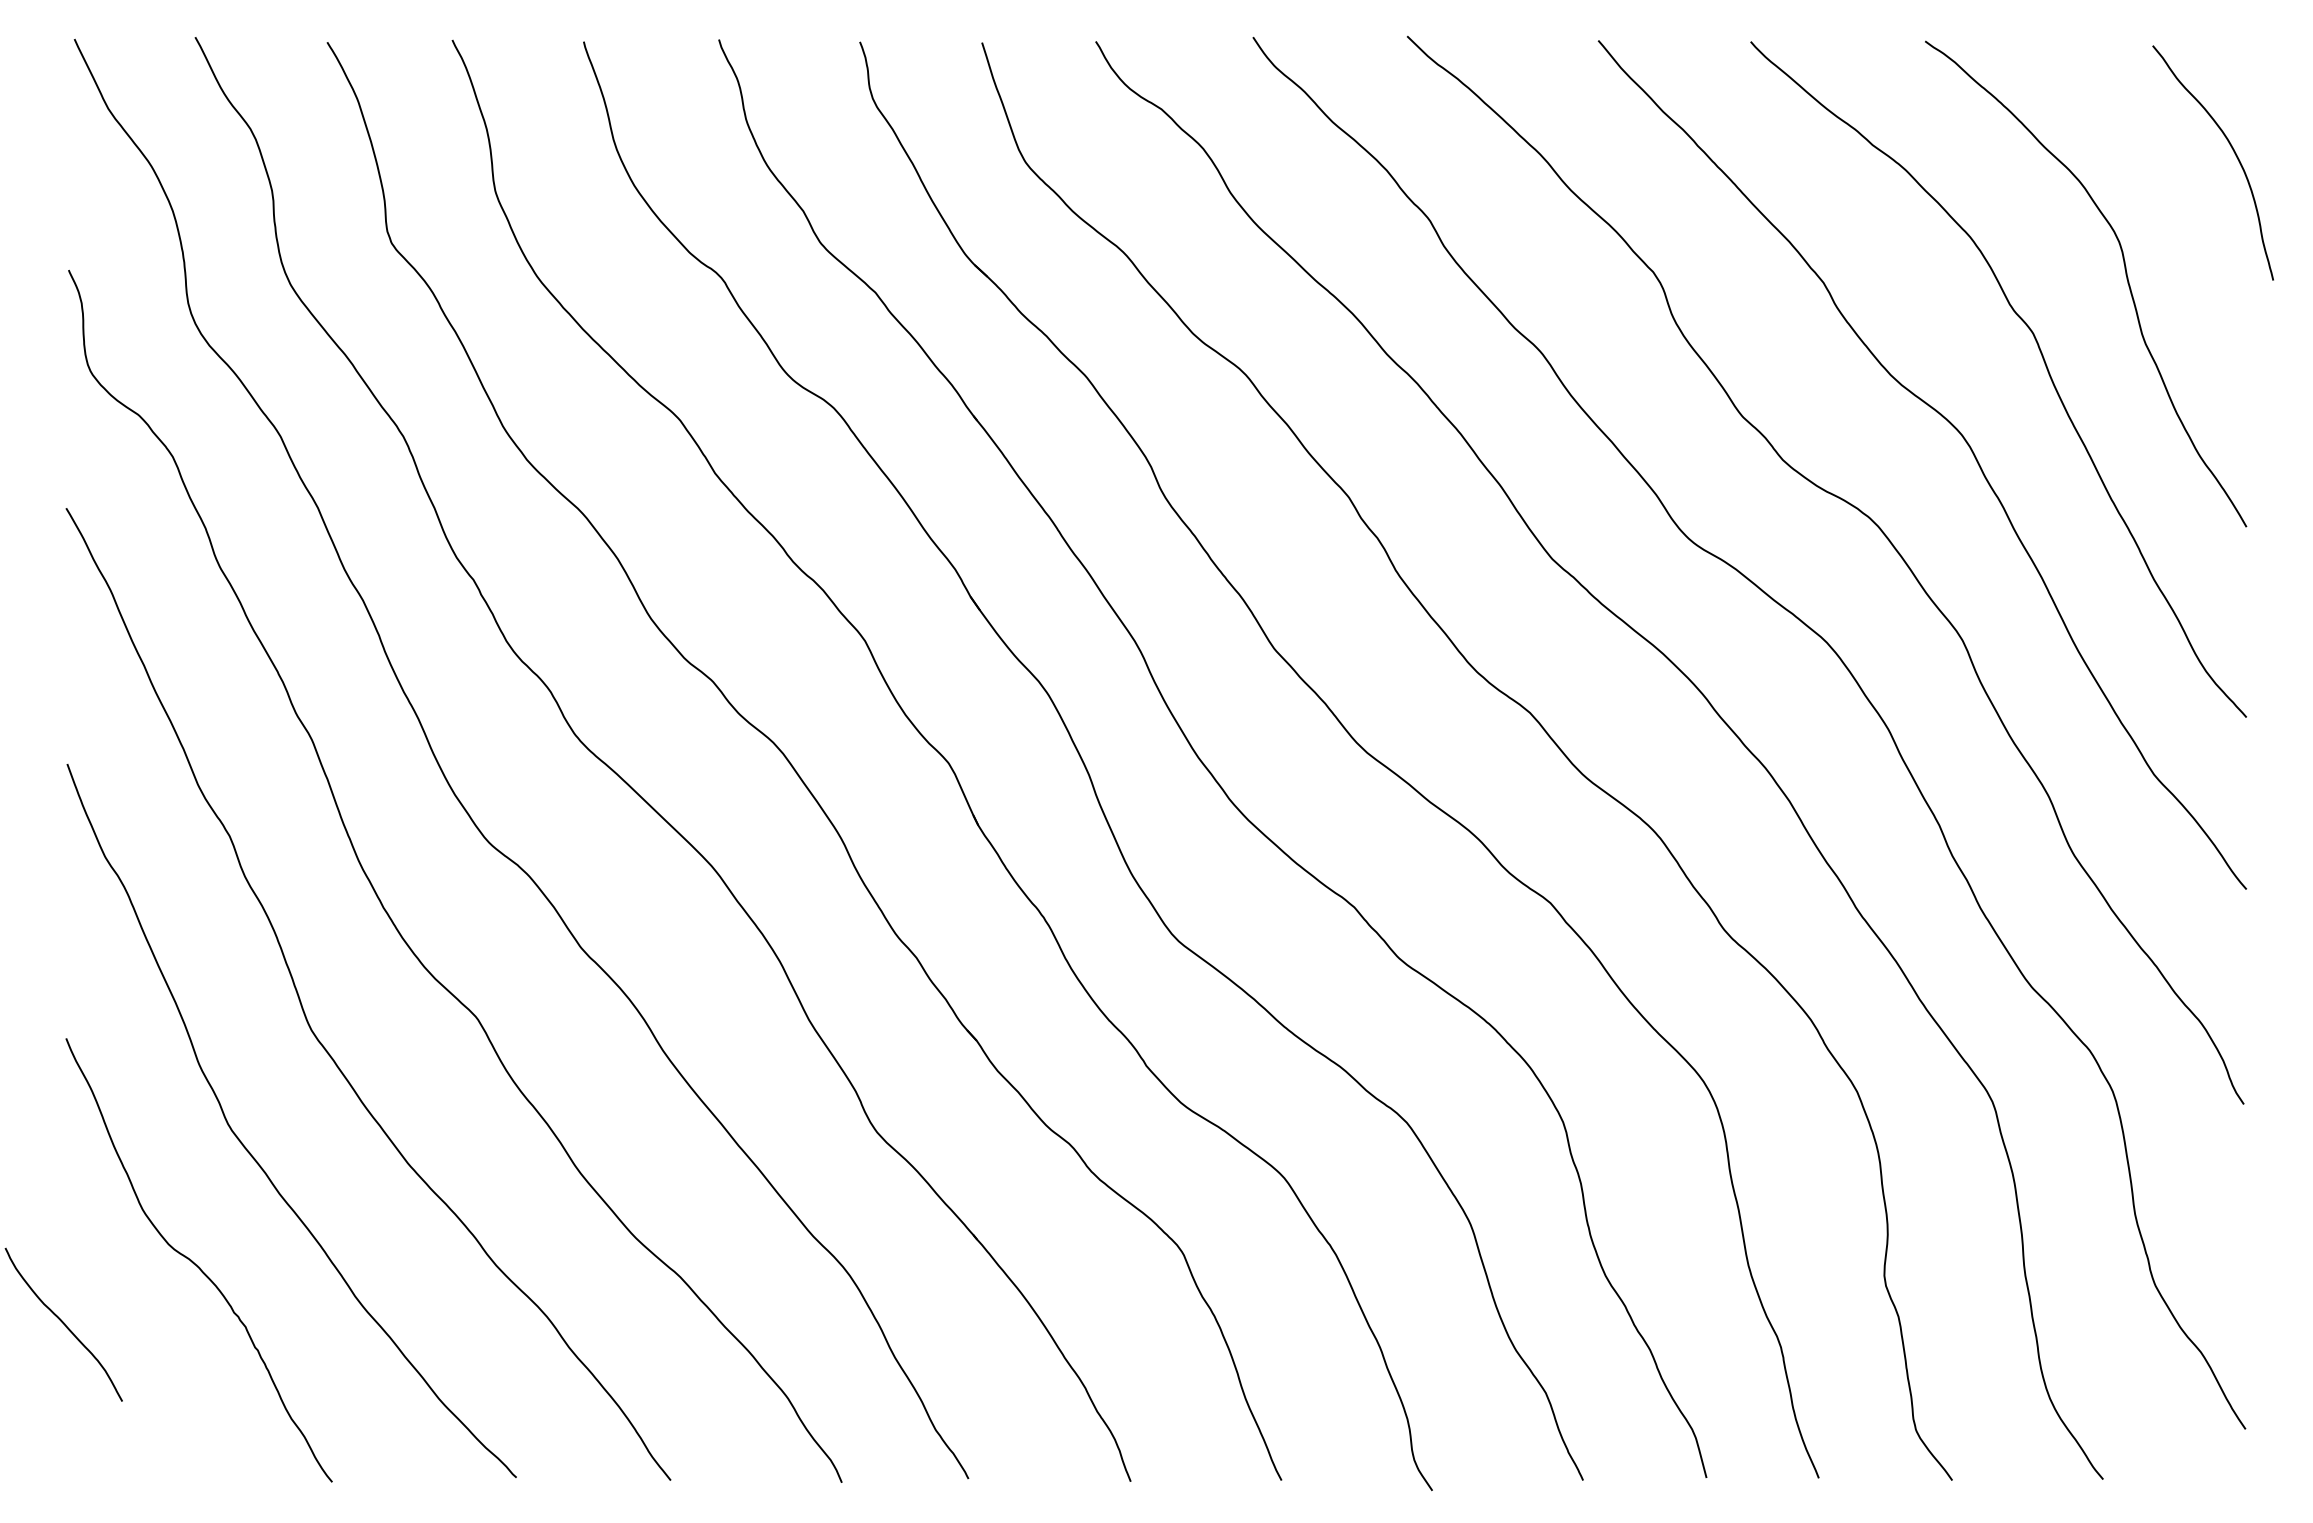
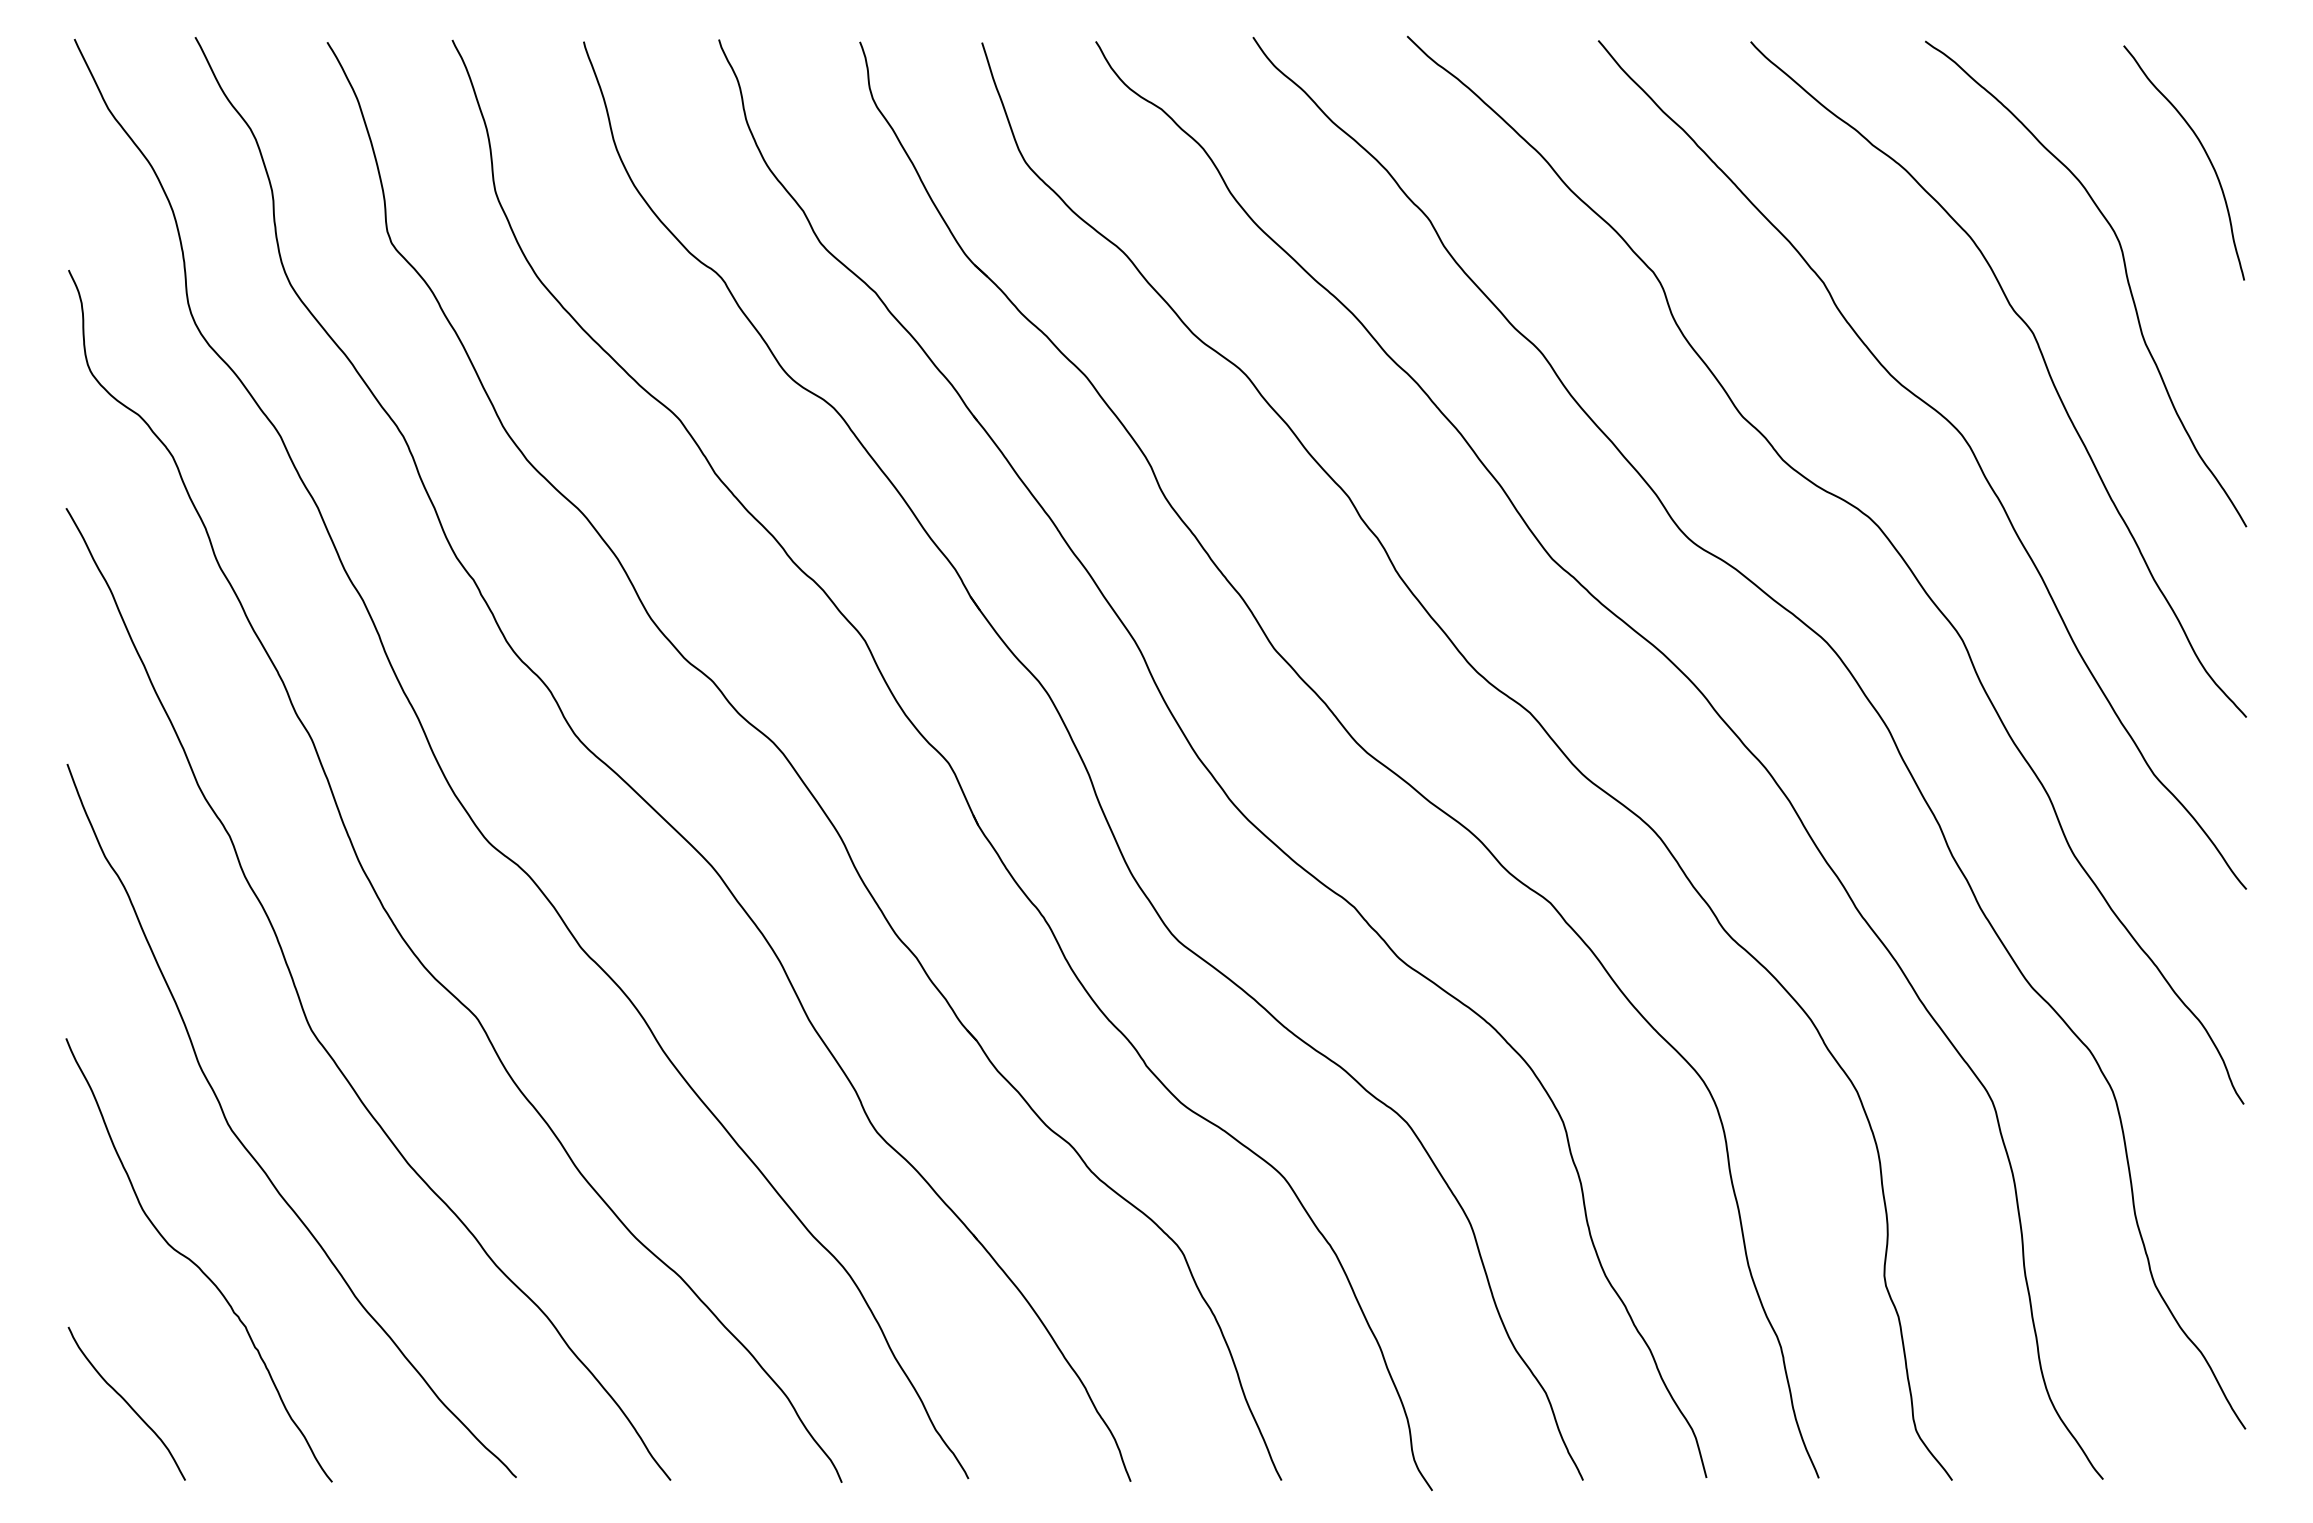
curve at (2233, 152) position: (2233, 152) -> (2204, 152)
curve at (63, 1324) position: (63, 1324) -> (126, 1403)
